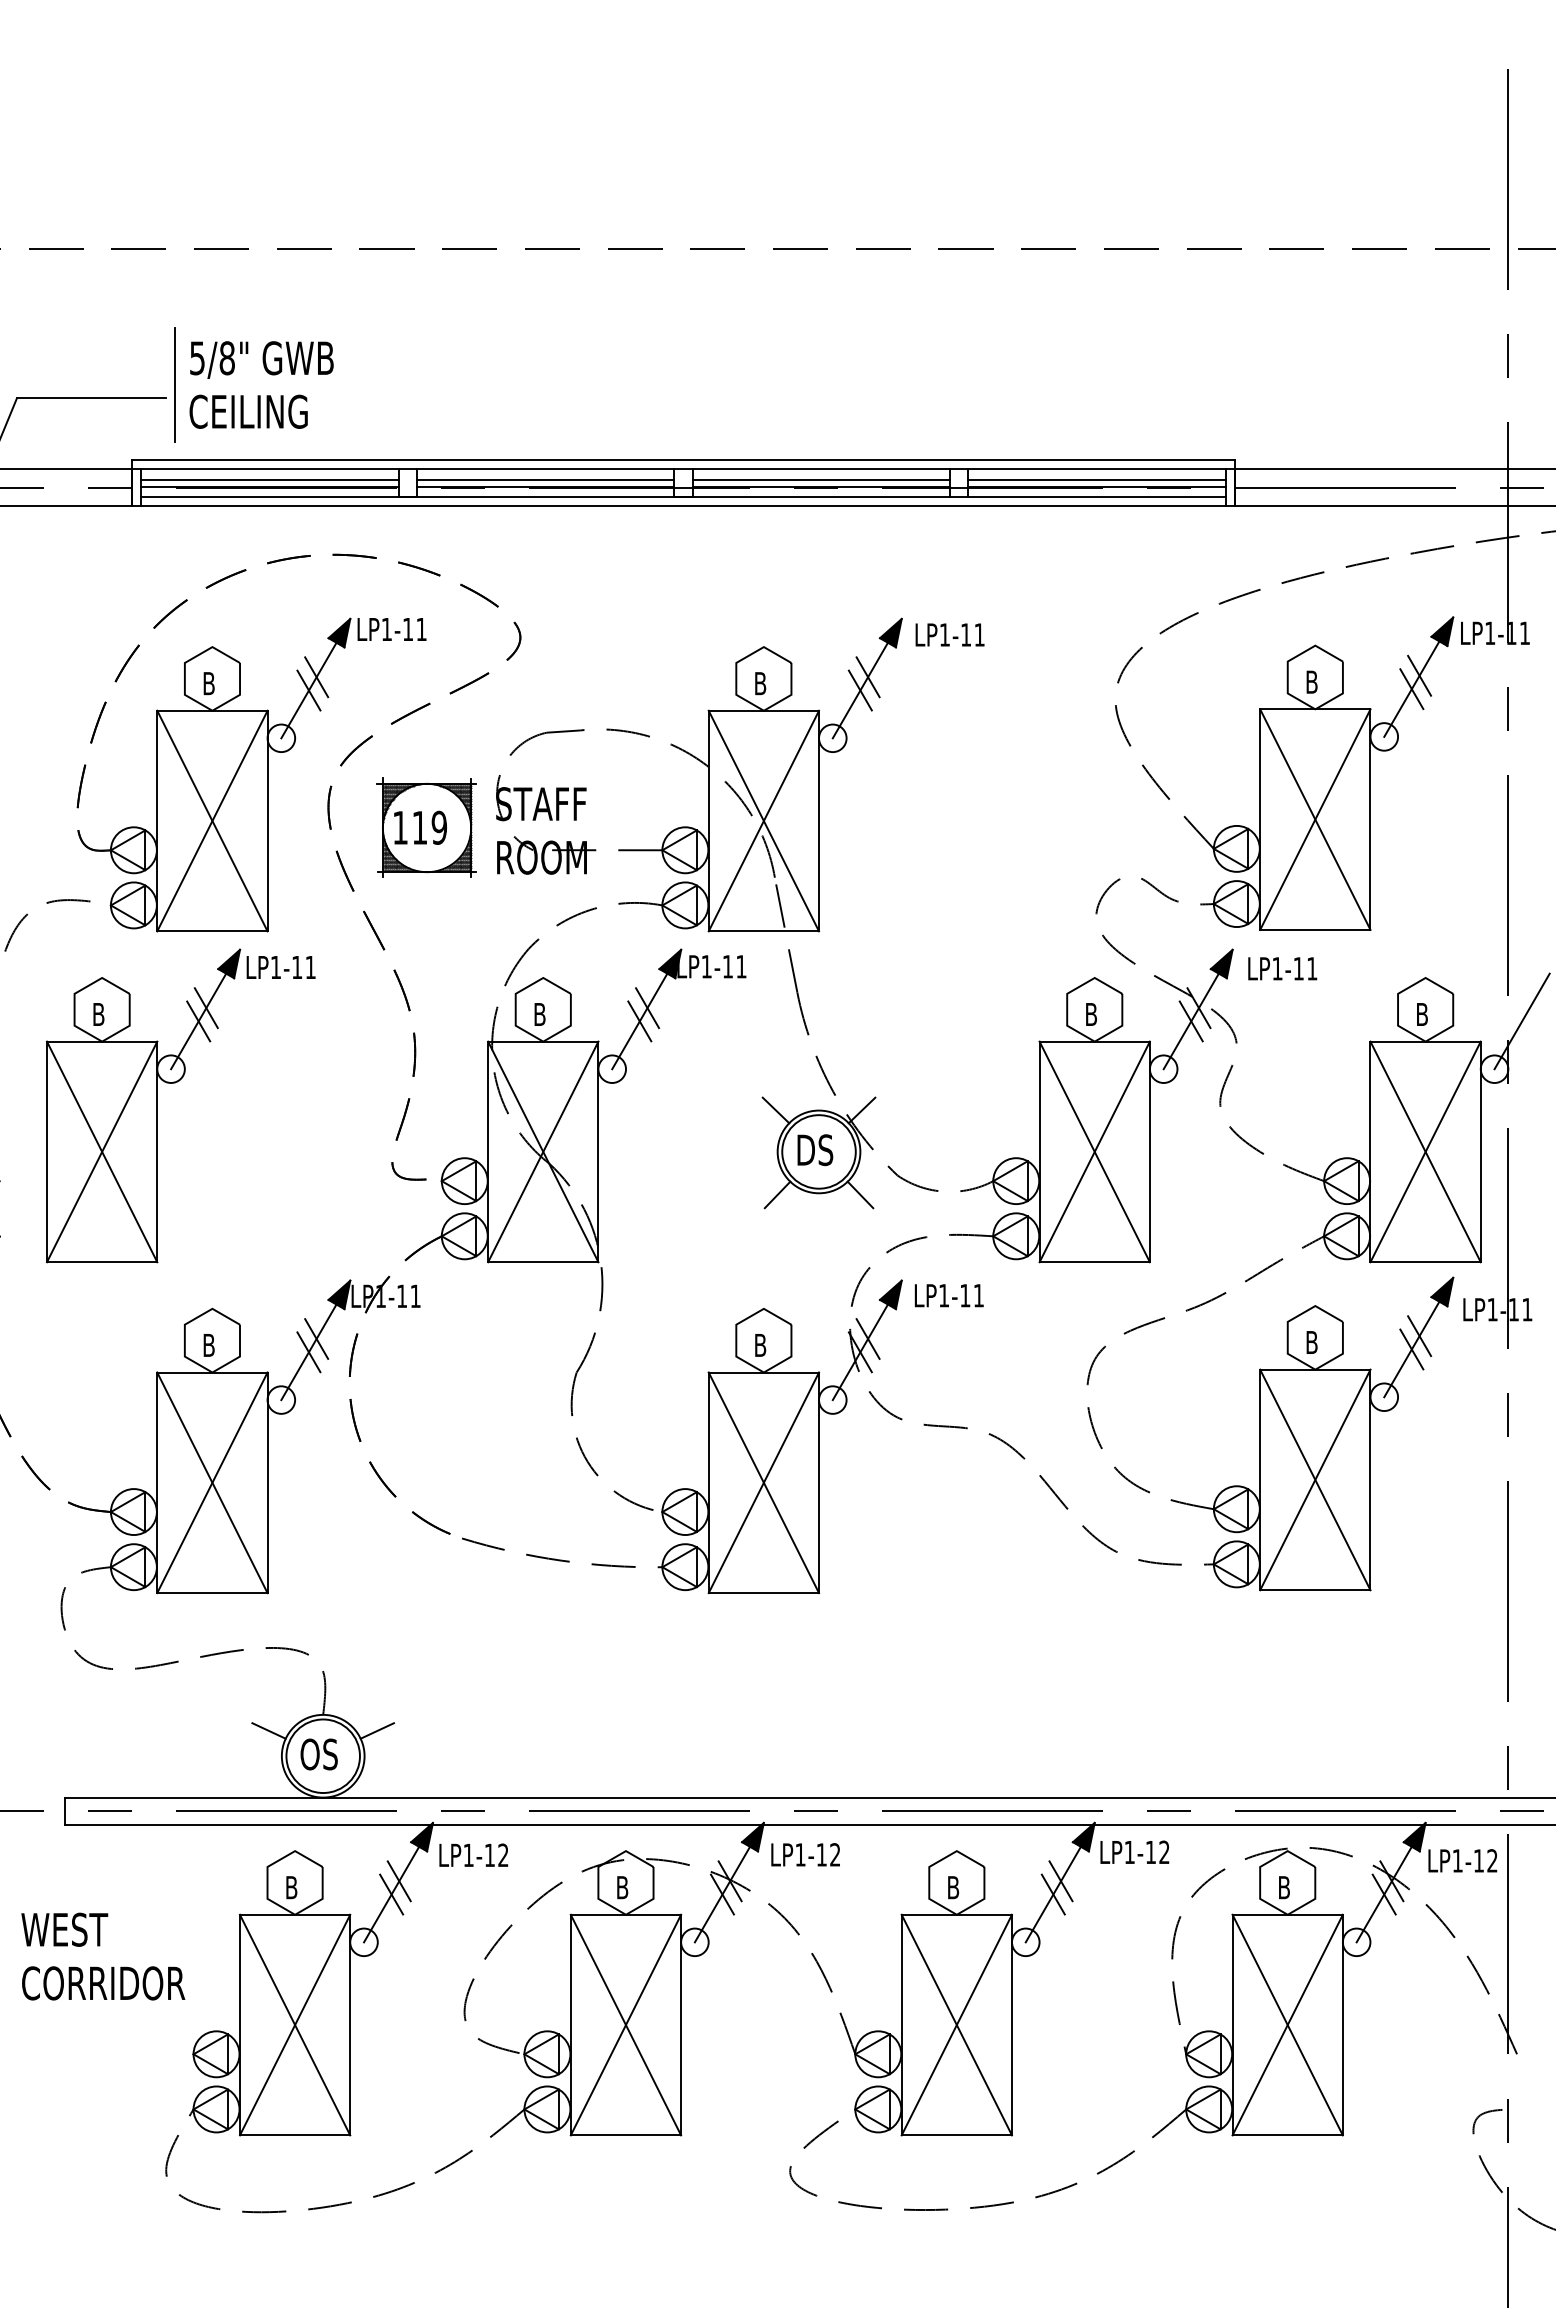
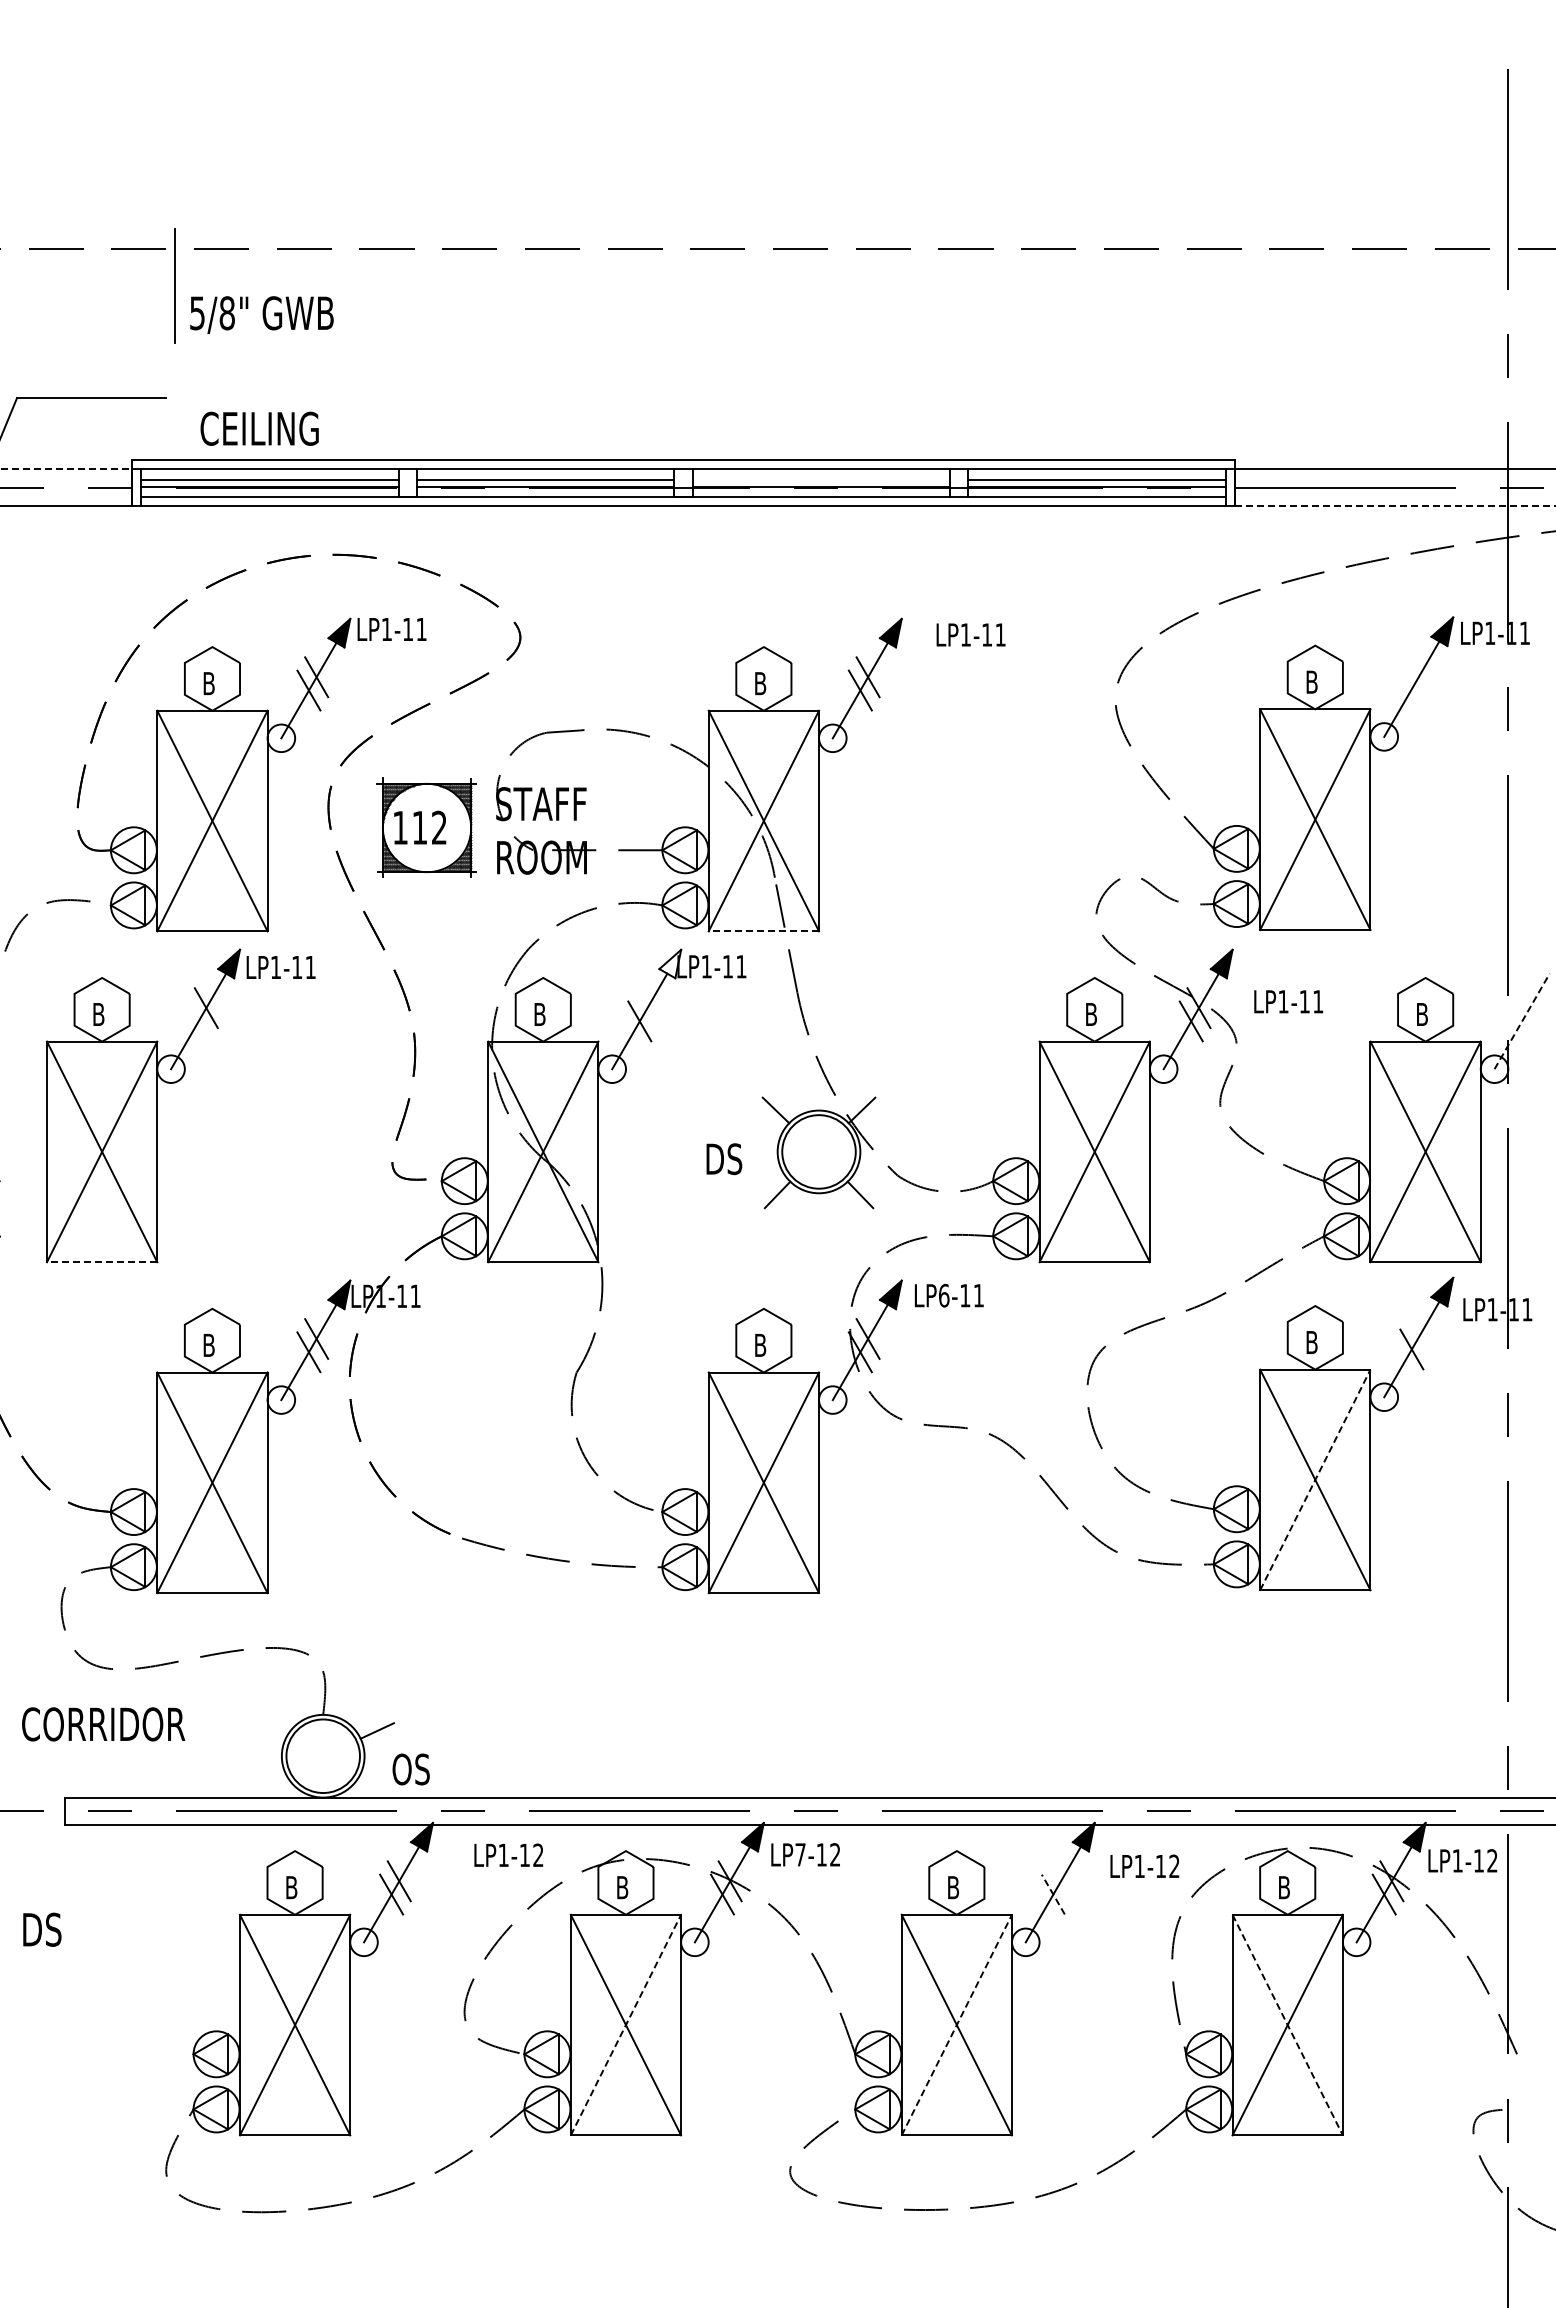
text at (261, 359) position: (261, 359) -> (261, 314)
line at (174, 384) position: (174, 384) -> (174, 285)
text at (248, 411) position: (248, 411) -> (259, 428)
line at (66, 469): solid -> dashed
line at (820, 479): present -> none
line at (1395, 506): solid -> dashed
text at (949, 634) position: (949, 634) -> (970, 634)
line at (1419, 675): present -> none
line at (1411, 689): present -> none
text at (439, 827): 119 -> 112
line at (763, 931): solid -> dashed
fill at (670, 963): present -> none
text at (1282, 968) position: (1282, 968) -> (1288, 1001)
line at (647, 1008): present -> none
line at (198, 1021): present -> none
line at (1522, 1021): solid -> dashed
text at (815, 1150) position: (815, 1150) -> (724, 1159)
line at (101, 1262): solid -> dashed
text at (944, 1295): LP1-11 -> LP6-11
line at (1419, 1336): present -> none
line at (1315, 1479): solid -> dashed
line at (268, 1730): present -> none
text at (318, 1754) position: (318, 1754) -> (410, 1769)
text at (1134, 1851) position: (1134, 1851) -> (1144, 1865)
text at (473, 1854) position: (473, 1854) -> (508, 1854)
text at (800, 1854): LP1-12 -> LP7-12
line at (1060, 1881): present -> none
line at (1053, 1894): solid -> dashed
text at (64, 1929): WEST -> DS
text at (103, 1983) position: (103, 1983) -> (103, 1724)
line at (626, 2024): solid -> dashed
line at (957, 2024): solid -> dashed
line at (1287, 2025): solid -> dashed
